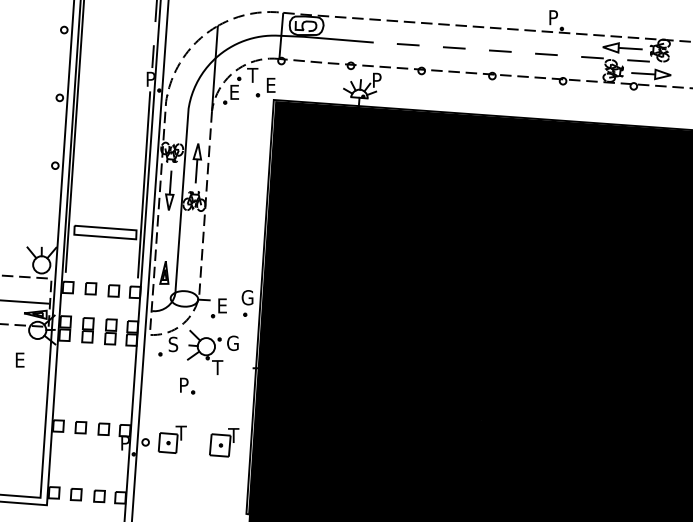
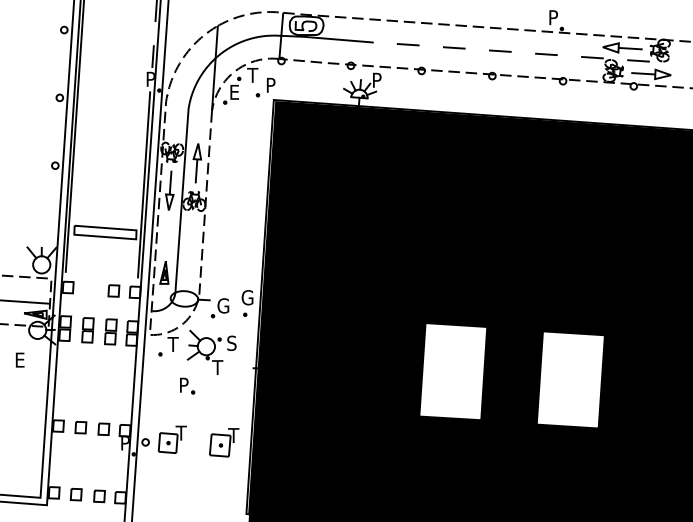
text at (271, 84): E -> P
part at (90, 288): present -> none
text at (223, 305): E -> G
text at (232, 342): G -> S
text at (172, 344): S -> T
fill at (453, 371): present -> none
fill at (570, 379): present -> none
